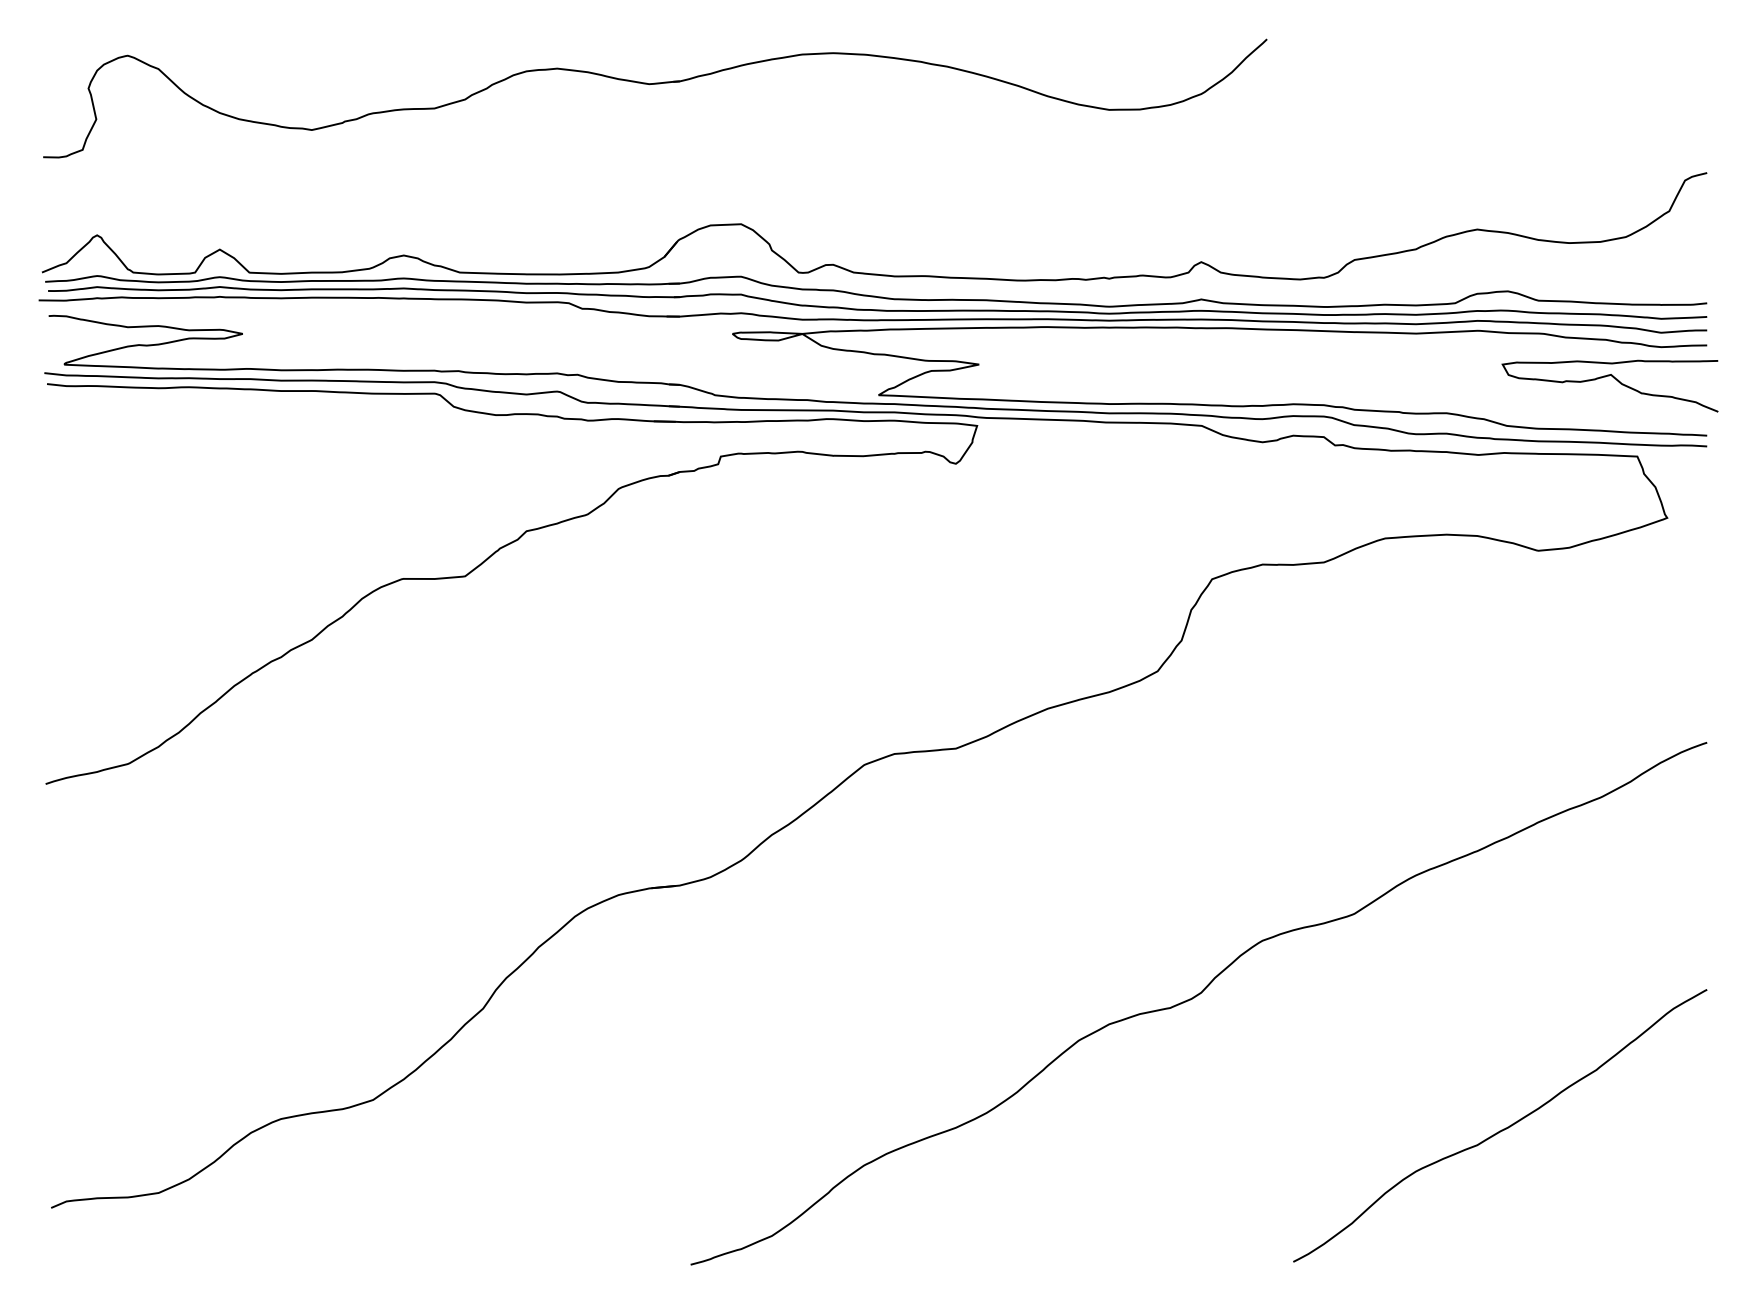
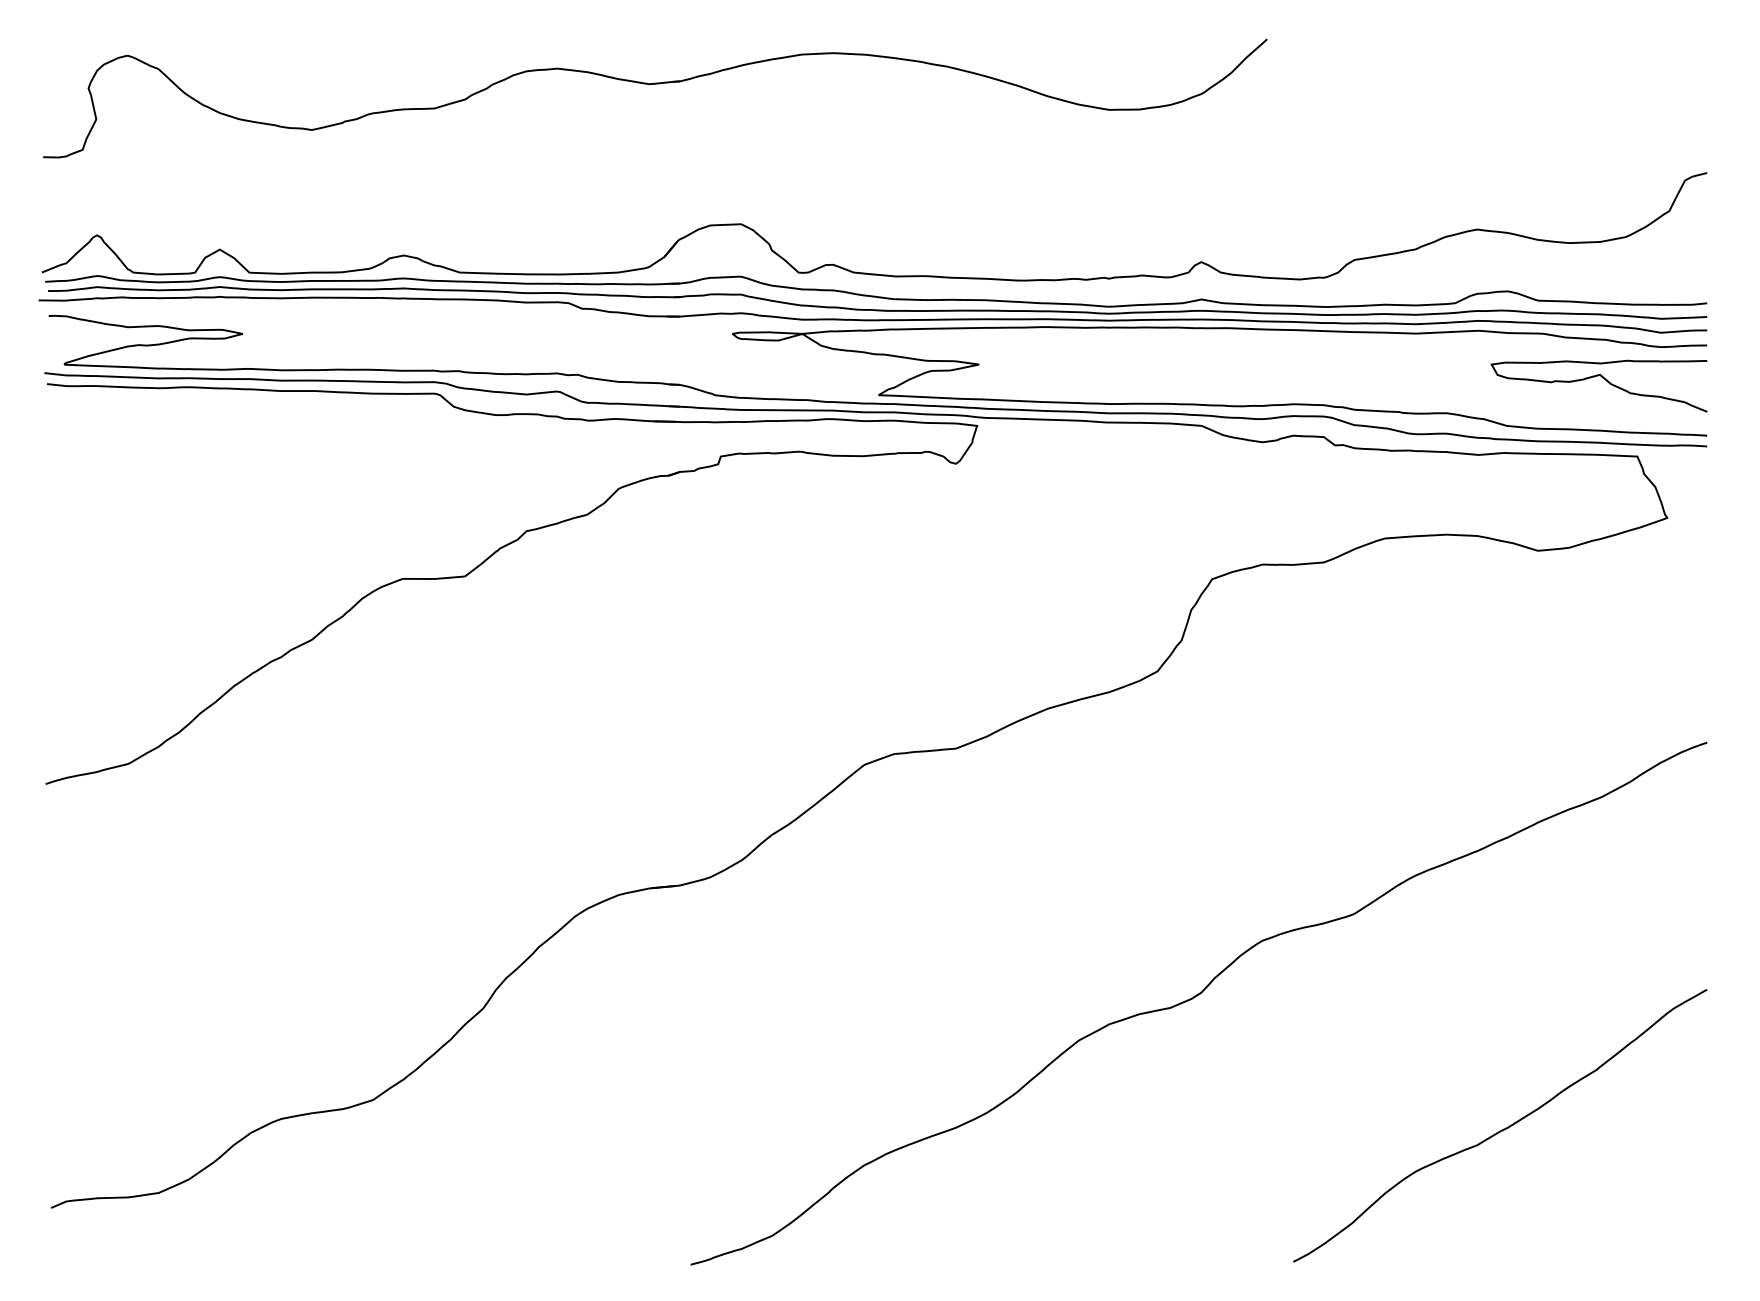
curve at (1613, 378) position: (1613, 378) -> (1602, 378)
